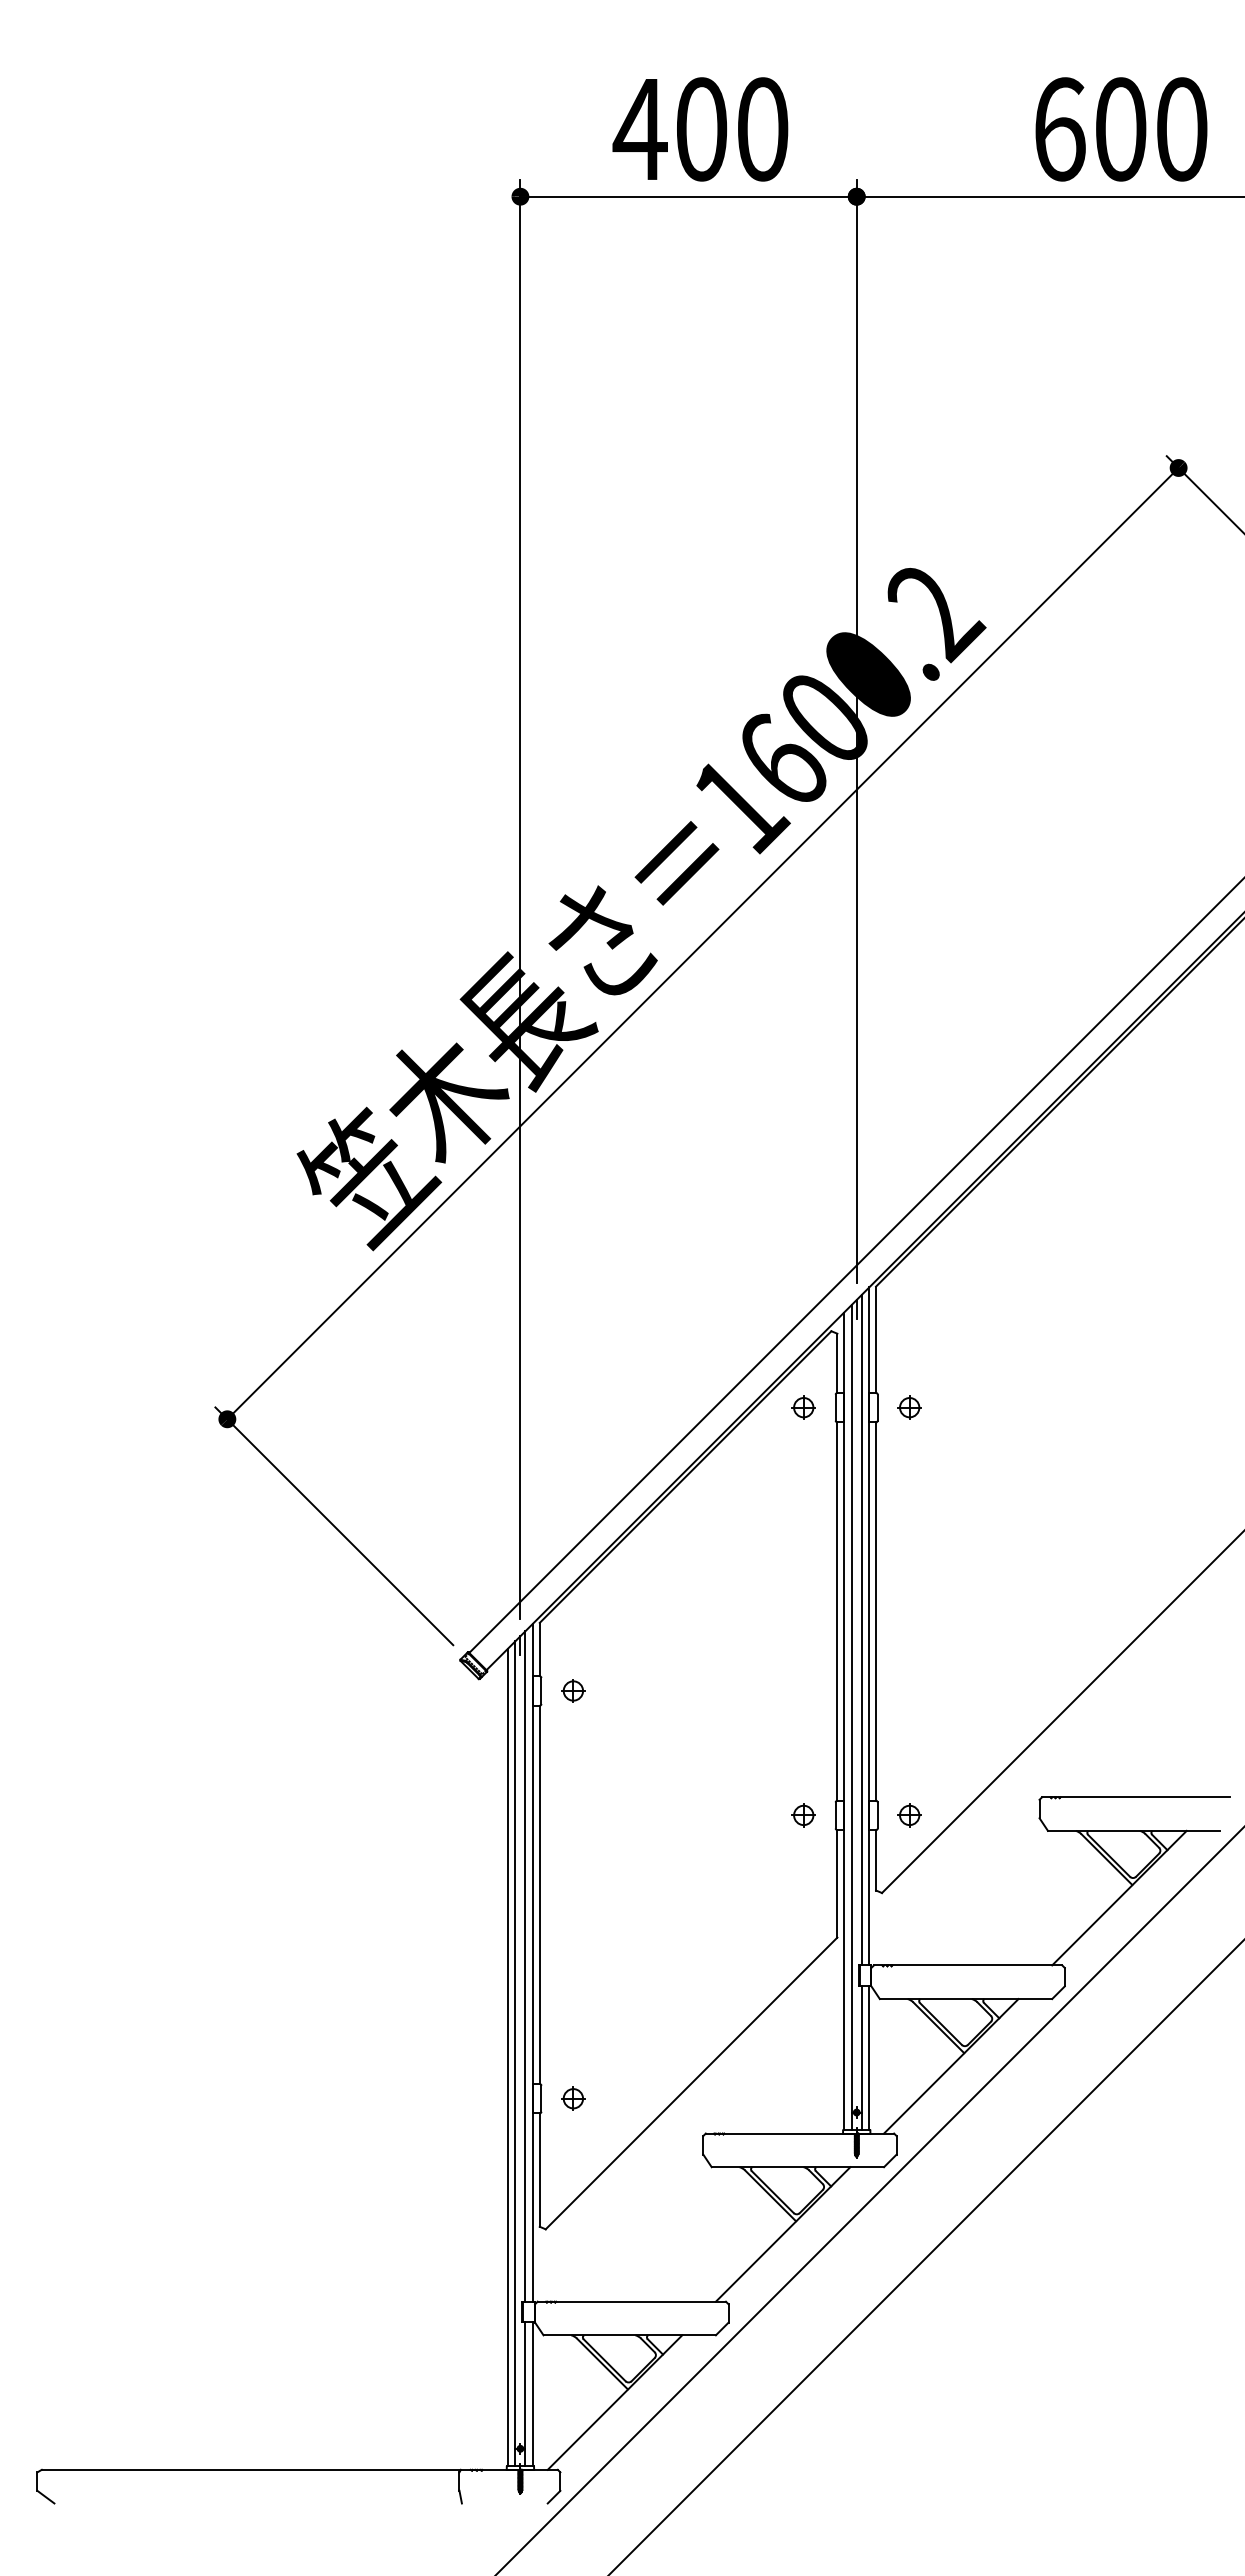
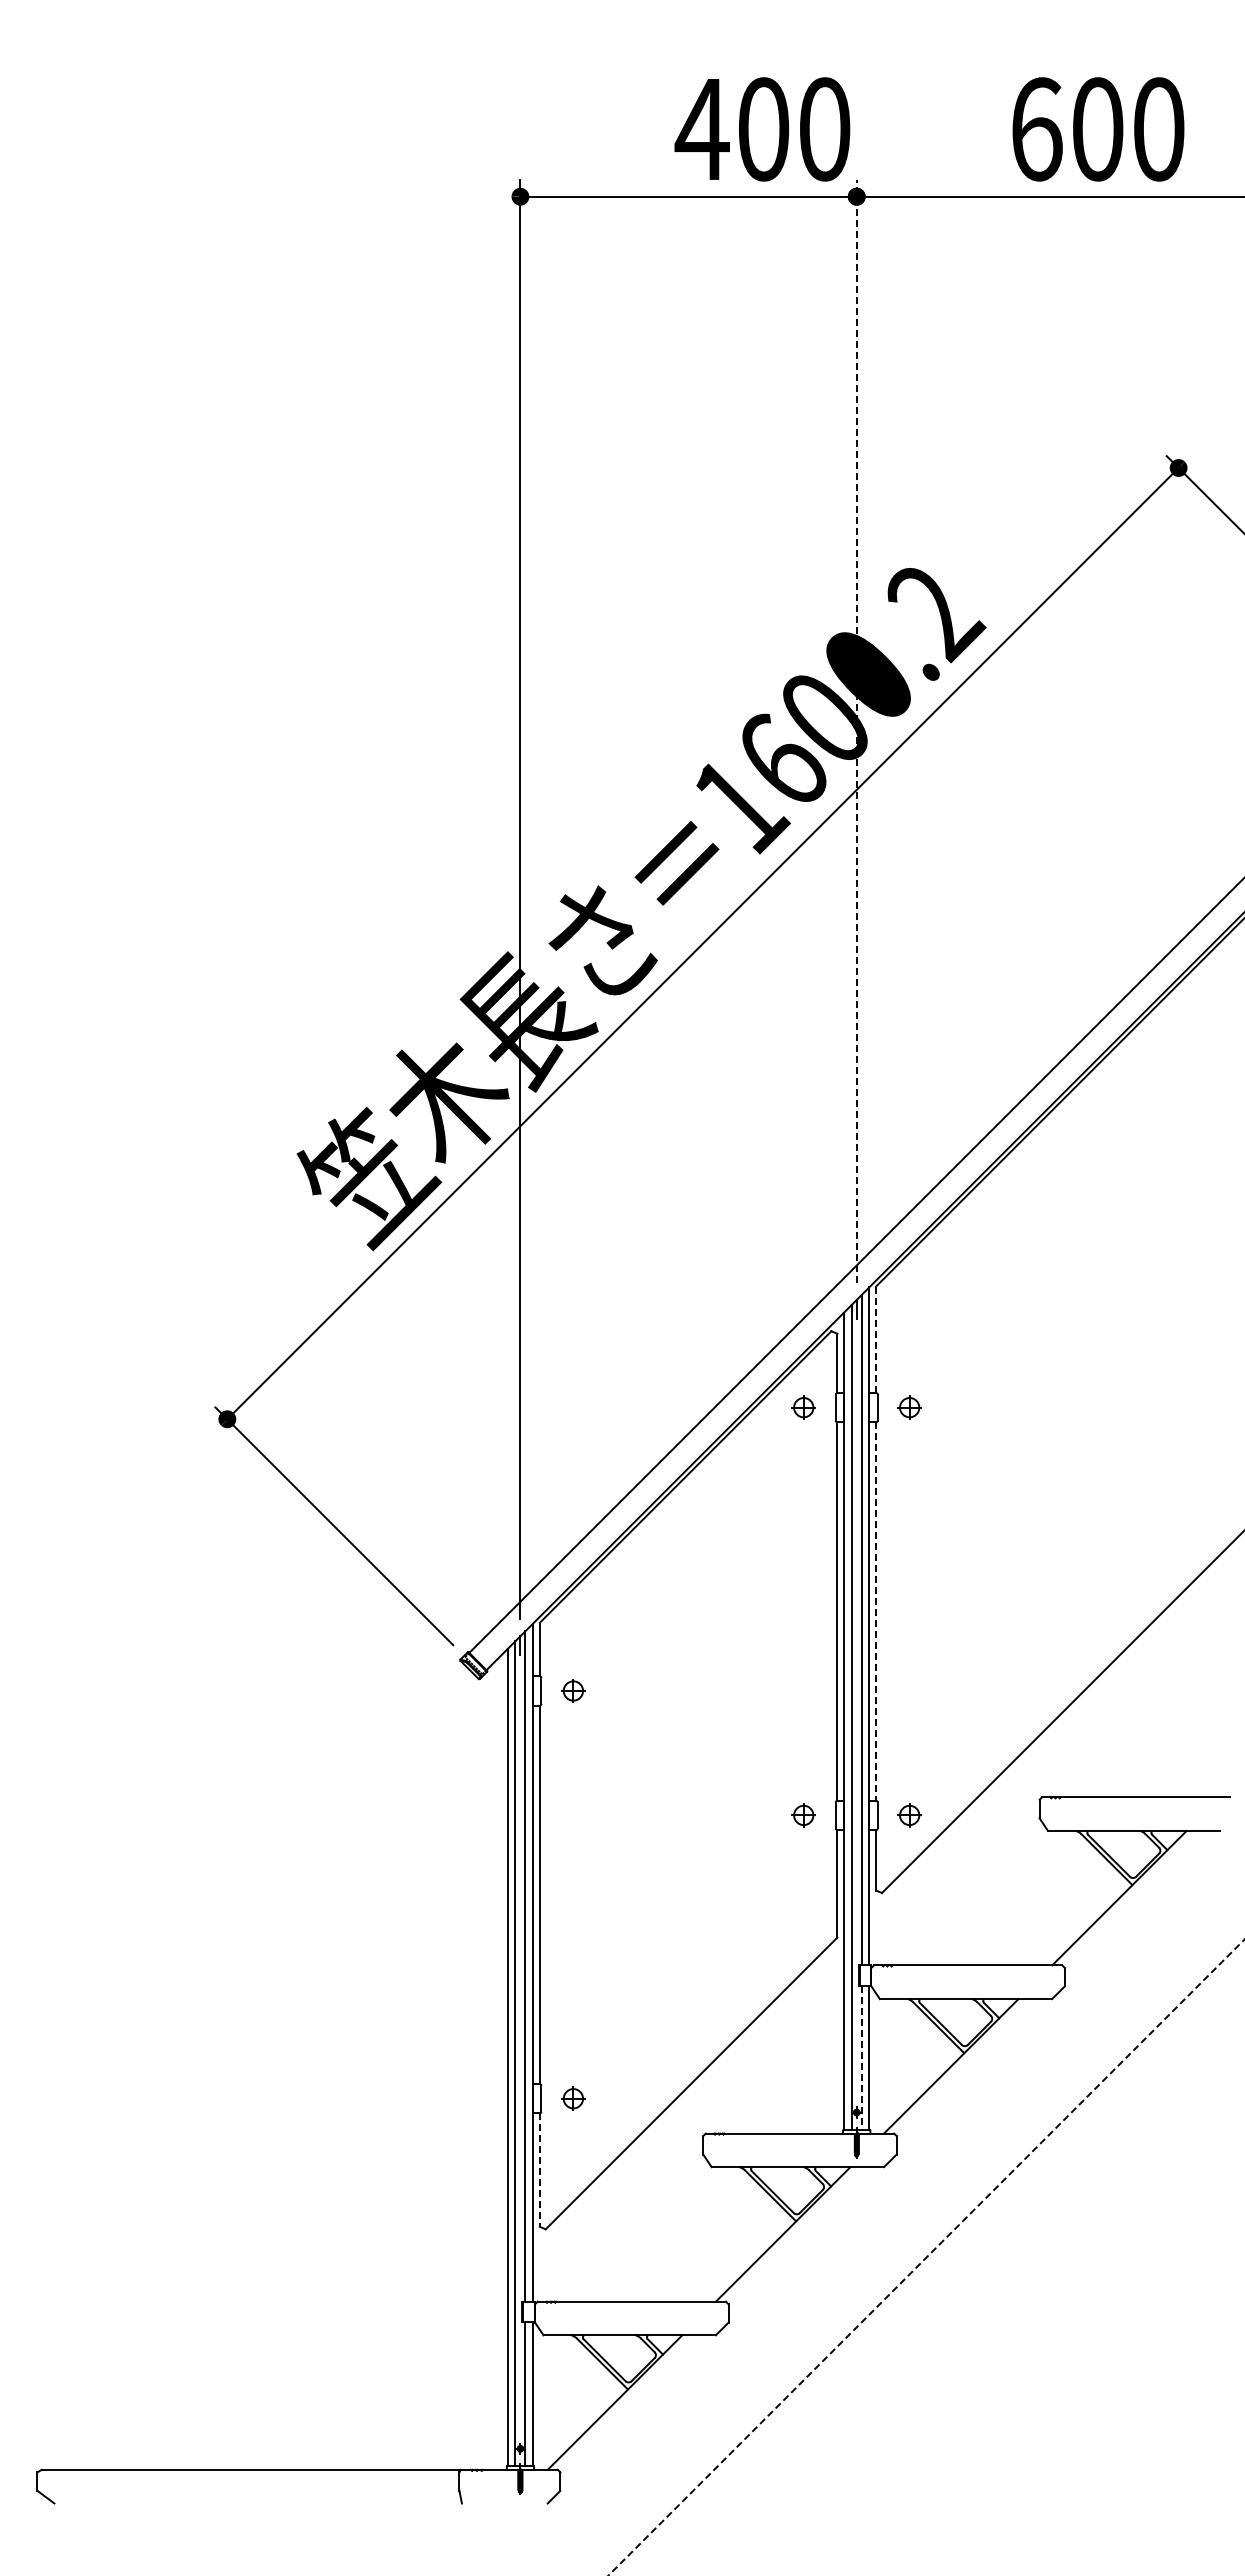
text at (700, 129) position: (700, 129) -> (762, 129)
text at (1121, 129) position: (1121, 129) -> (1098, 129)
line at (856, 731): solid -> dashed
line at (876, 1340): solid -> dashed
line at (876, 1612): solid -> dashed
line at (861, 2058): solid -> dashed
line at (539, 2170): solid -> dashed
line at (869, 2200): present -> none
line at (926, 2257): solid -> dashed
